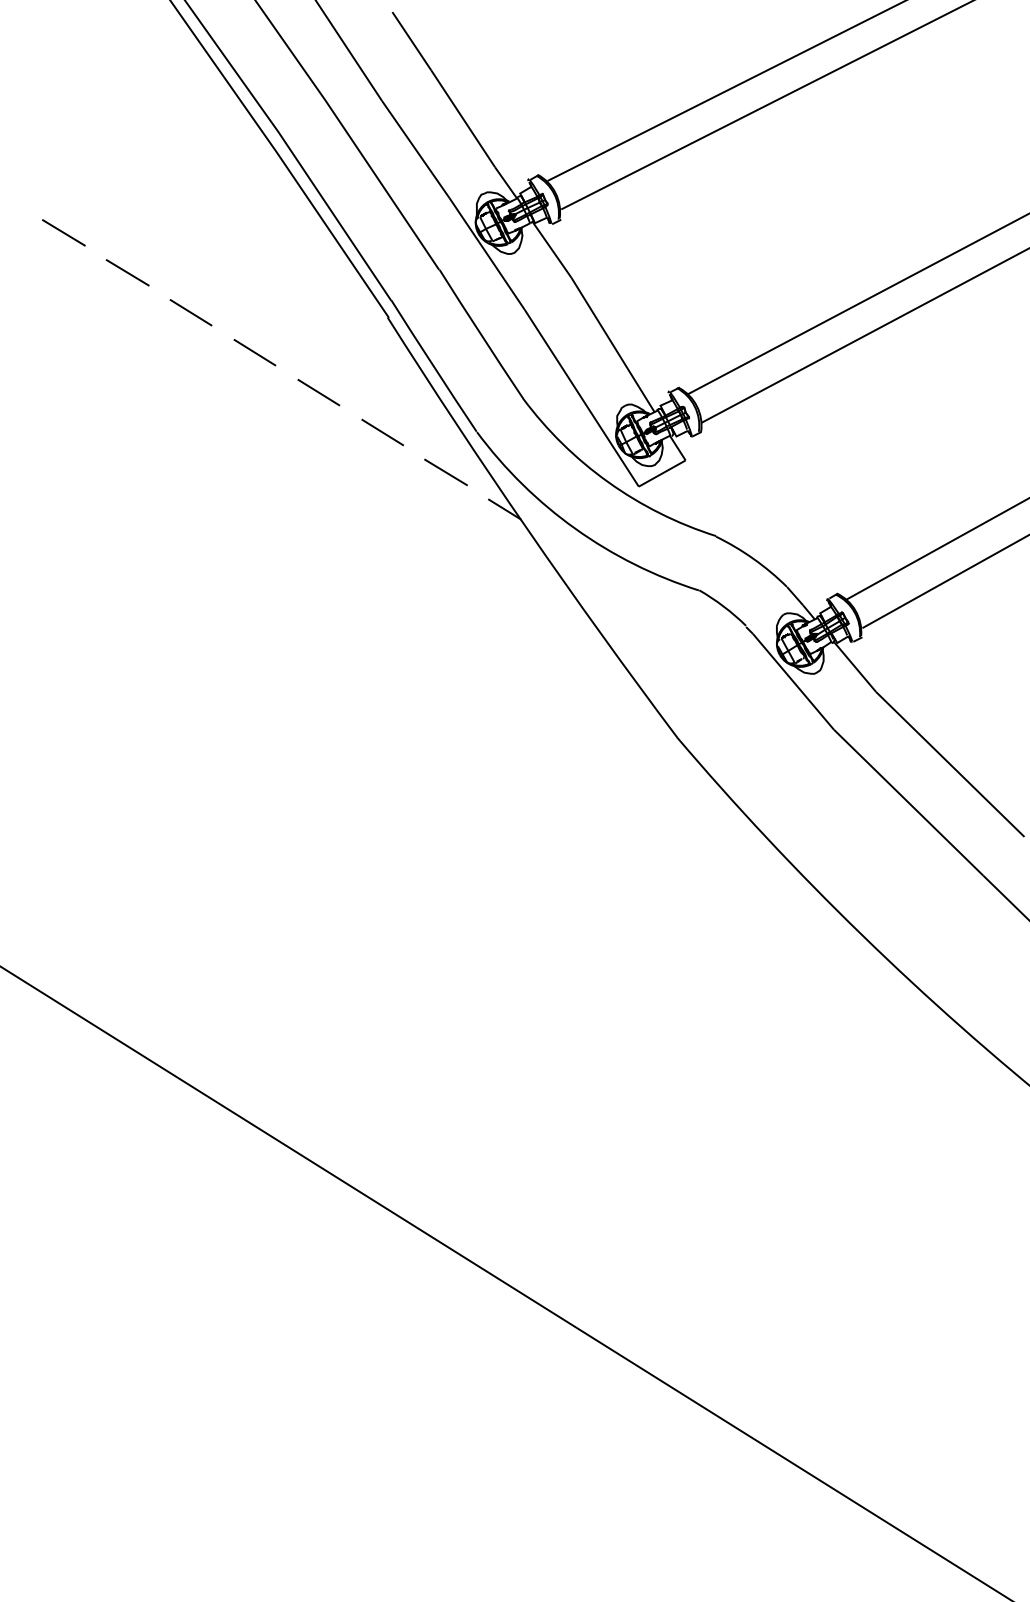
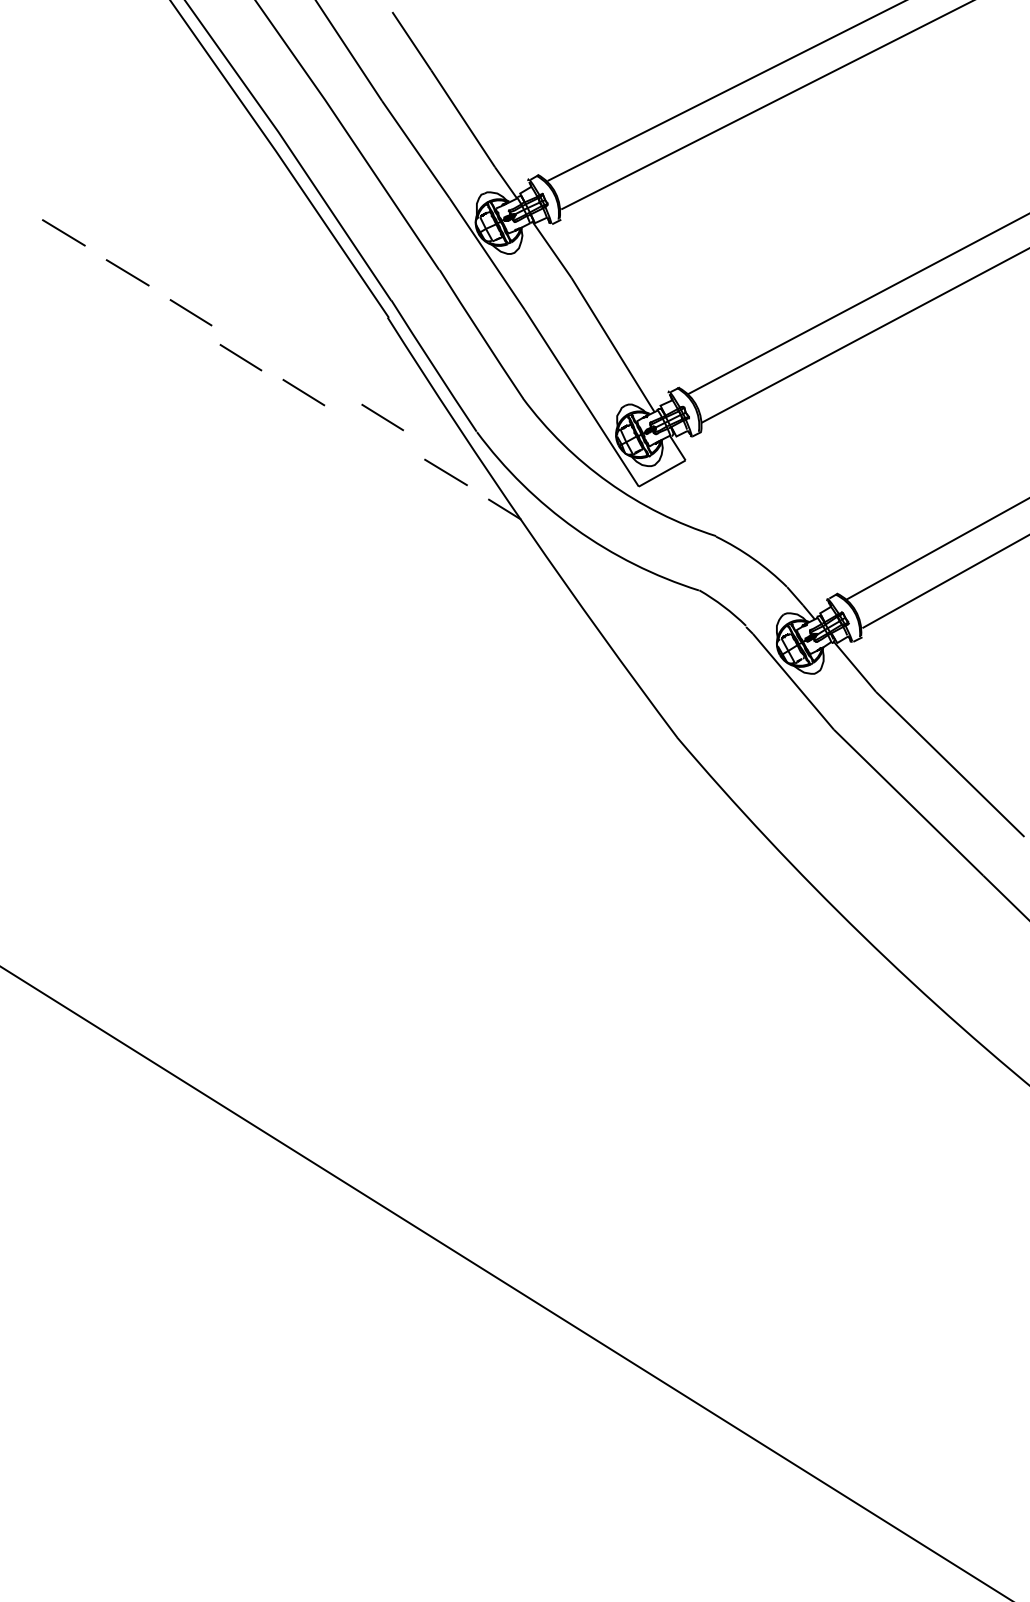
line at (254, 352) position: (254, 352) -> (240, 357)
line at (318, 392) position: (318, 392) -> (303, 392)
line at (382, 432) position: (382, 432) -> (382, 417)
